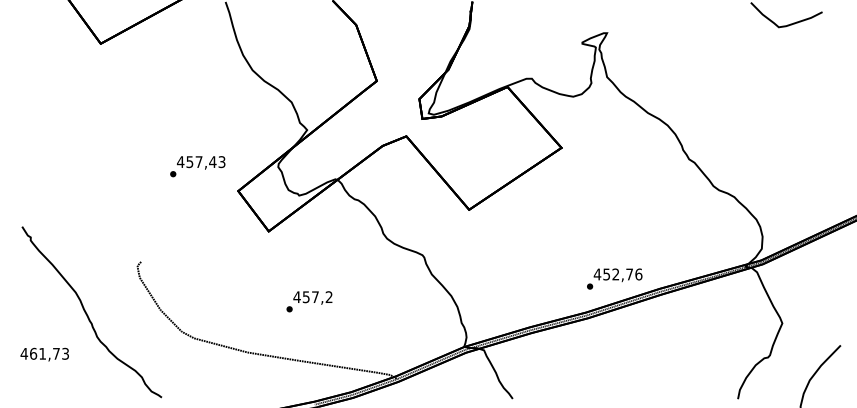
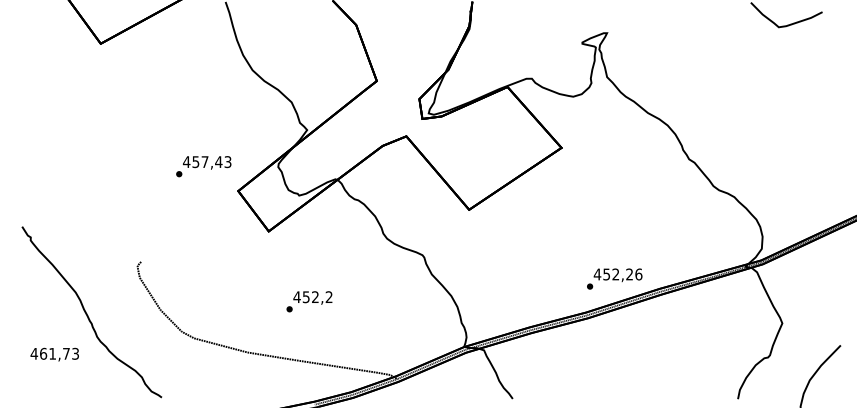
text at (197, 166) position: (197, 166) -> (203, 166)
text at (629, 274): 452,76 -> 452,26
text at (315, 296): 457,2 -> 452,2
text at (44, 354) position: (44, 354) -> (54, 354)
